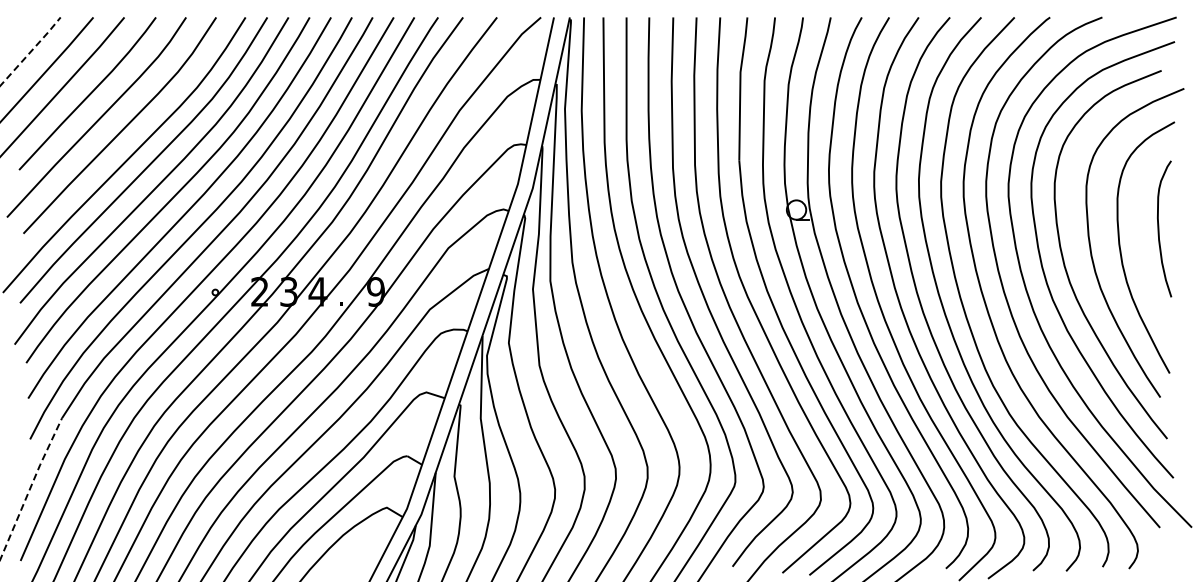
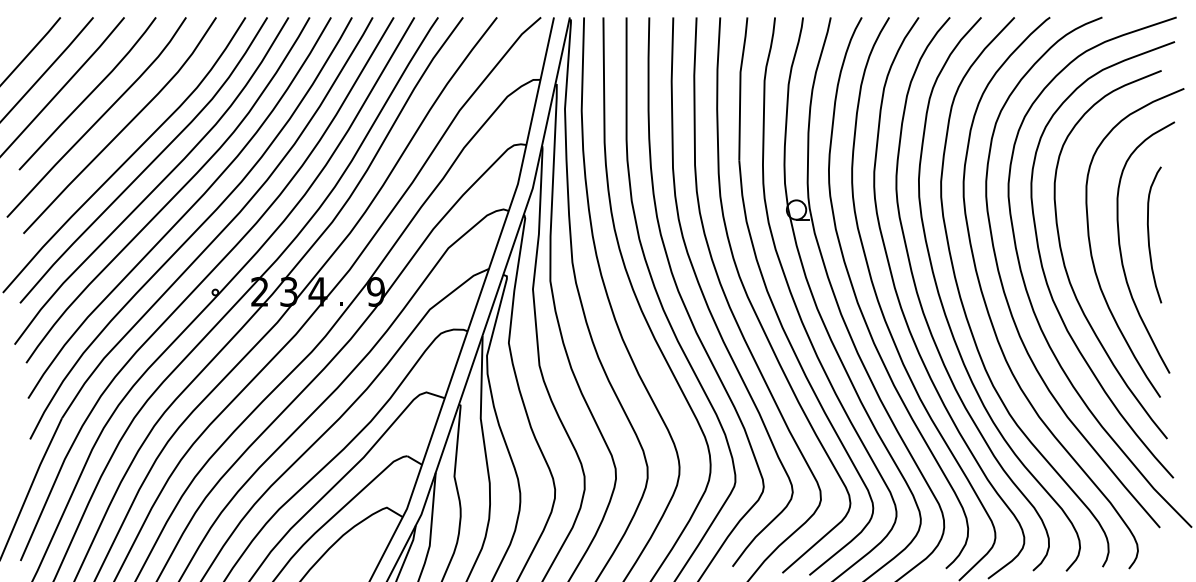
line at (31, 50): dashed -> solid
curve at (1159, 228) position: (1159, 228) -> (1149, 234)
line at (30, 487): dashed -> solid
